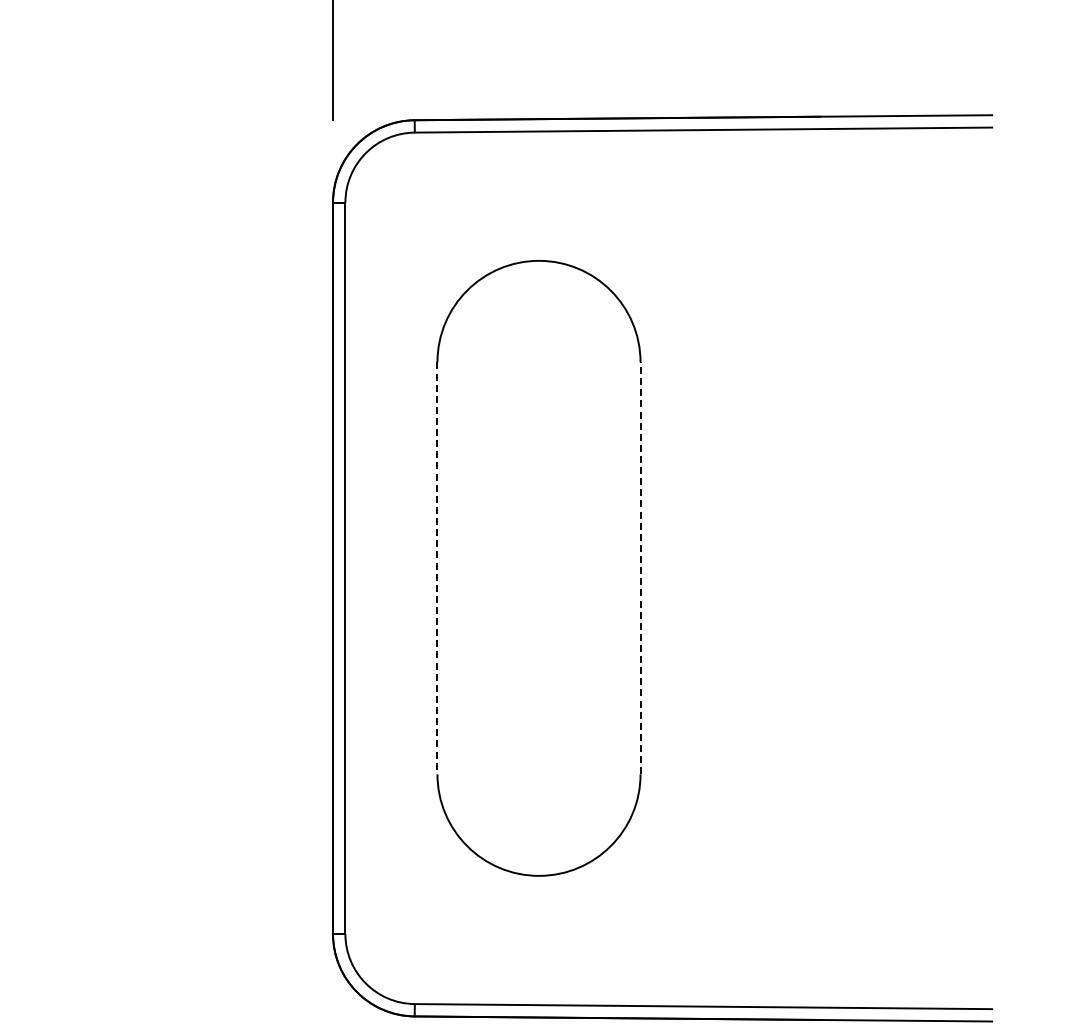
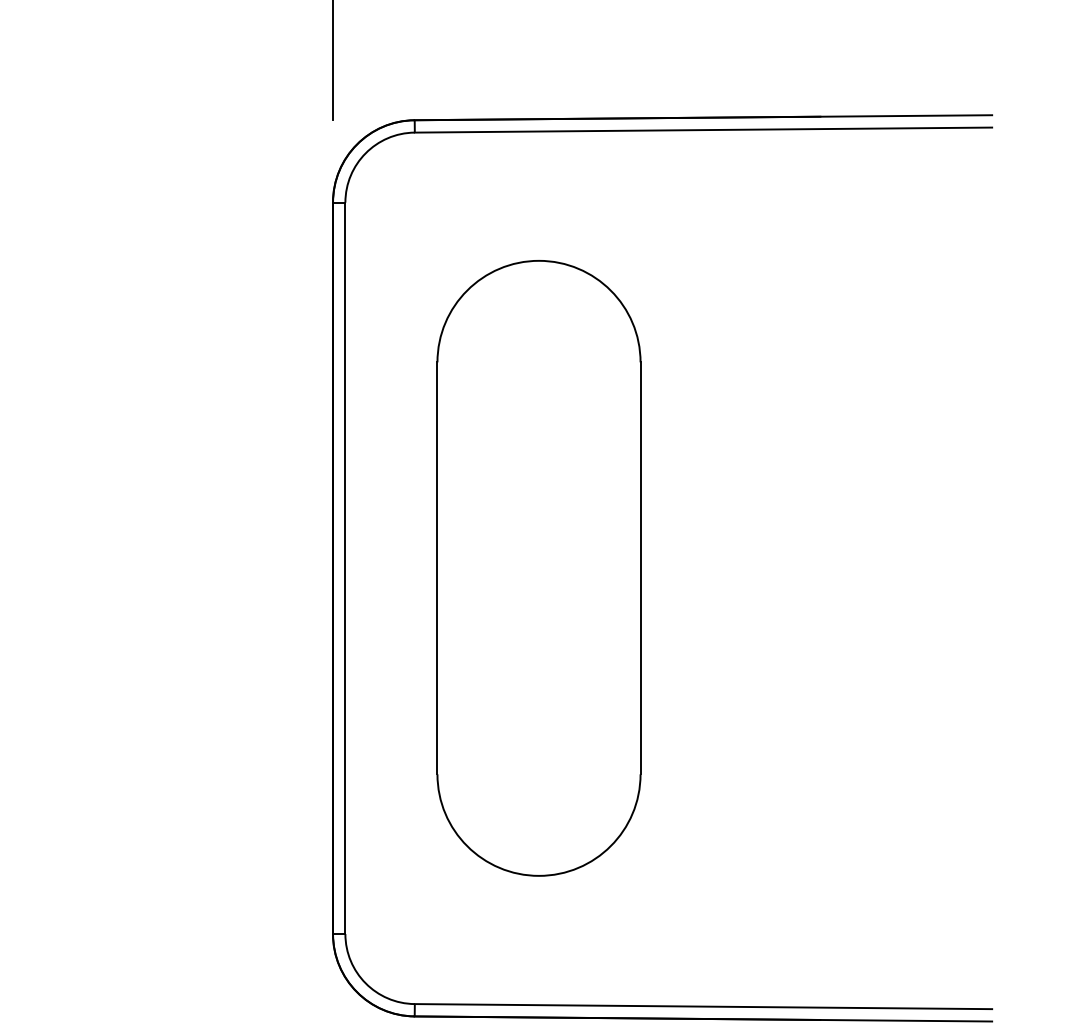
line at (437, 568): dashed -> solid
line at (640, 568): dashed -> solid
